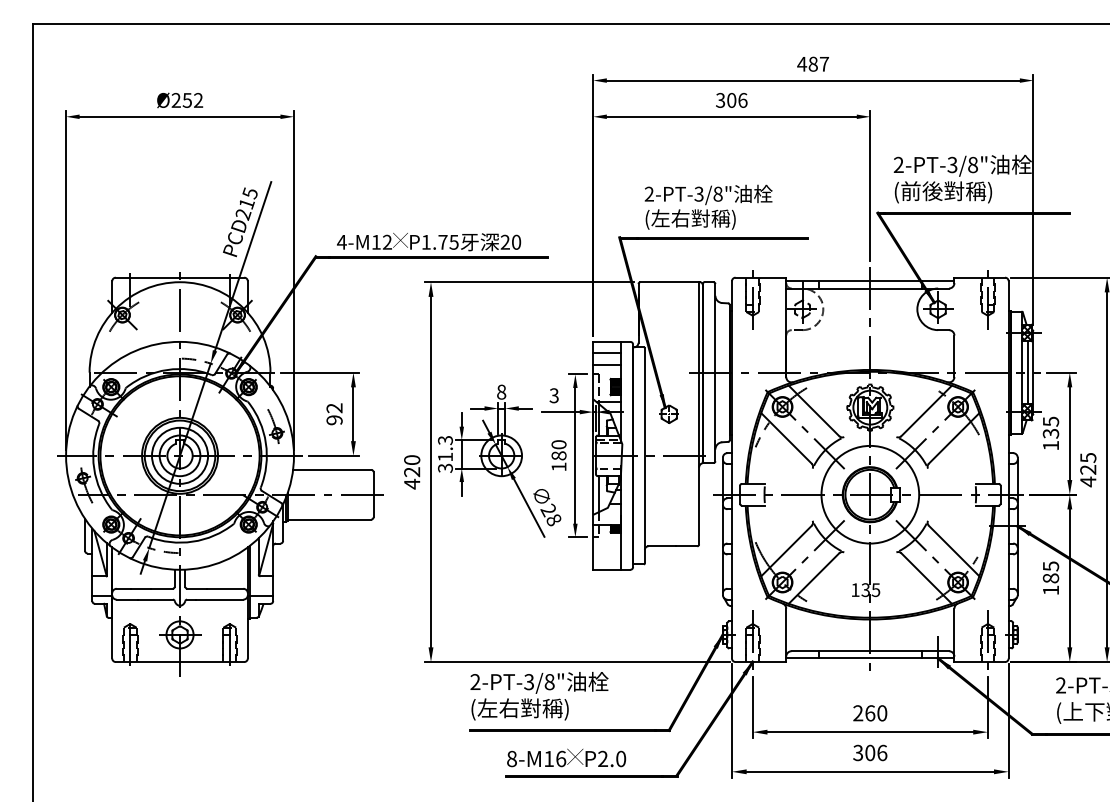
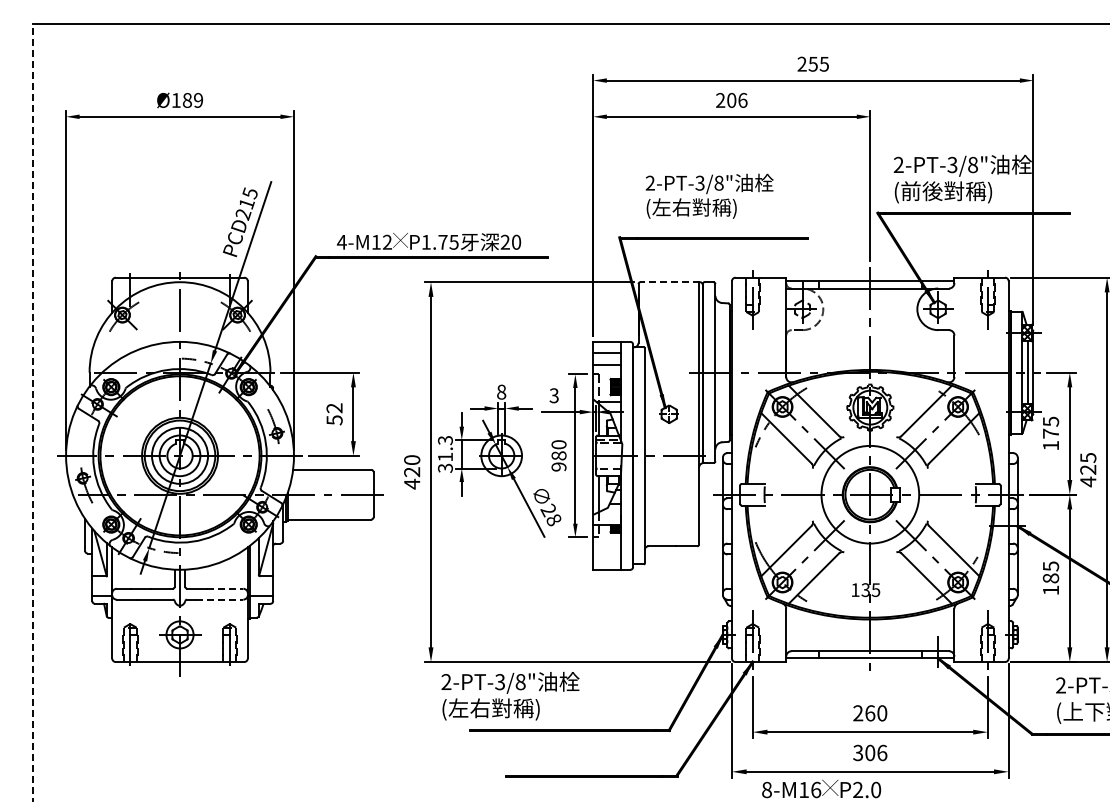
text at (813, 63): 487 -> 255
text at (187, 100): Ø252 -> Ø189
text at (720, 100): 306 -> 206
text at (708, 206) position: (708, 206) -> (709, 195)
line at (670, 282): solid -> dashed
line at (33, 412): solid -> dashed
text at (334, 420): 92 -> 52
text at (1050, 433): 135 -> 175
text at (558, 466): 180 -> 980
line at (225, 588): solid -> dashed
line at (220, 599): solid -> dashed
text at (539, 695) position: (539, 695) -> (510, 695)
text at (566, 757) position: (566, 757) -> (821, 788)
